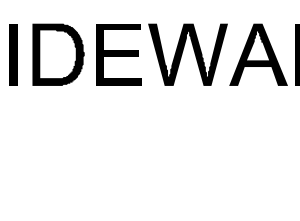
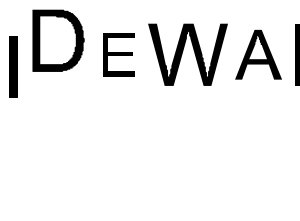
part at (13, 54) position: (13, 54) -> (13, 66)
part at (58, 54) position: (58, 54) -> (58, 40)
part at (118, 54) size: 46x62 px -> 32x44 px
part at (258, 54) size: 59x63 px -> 47x51 px
